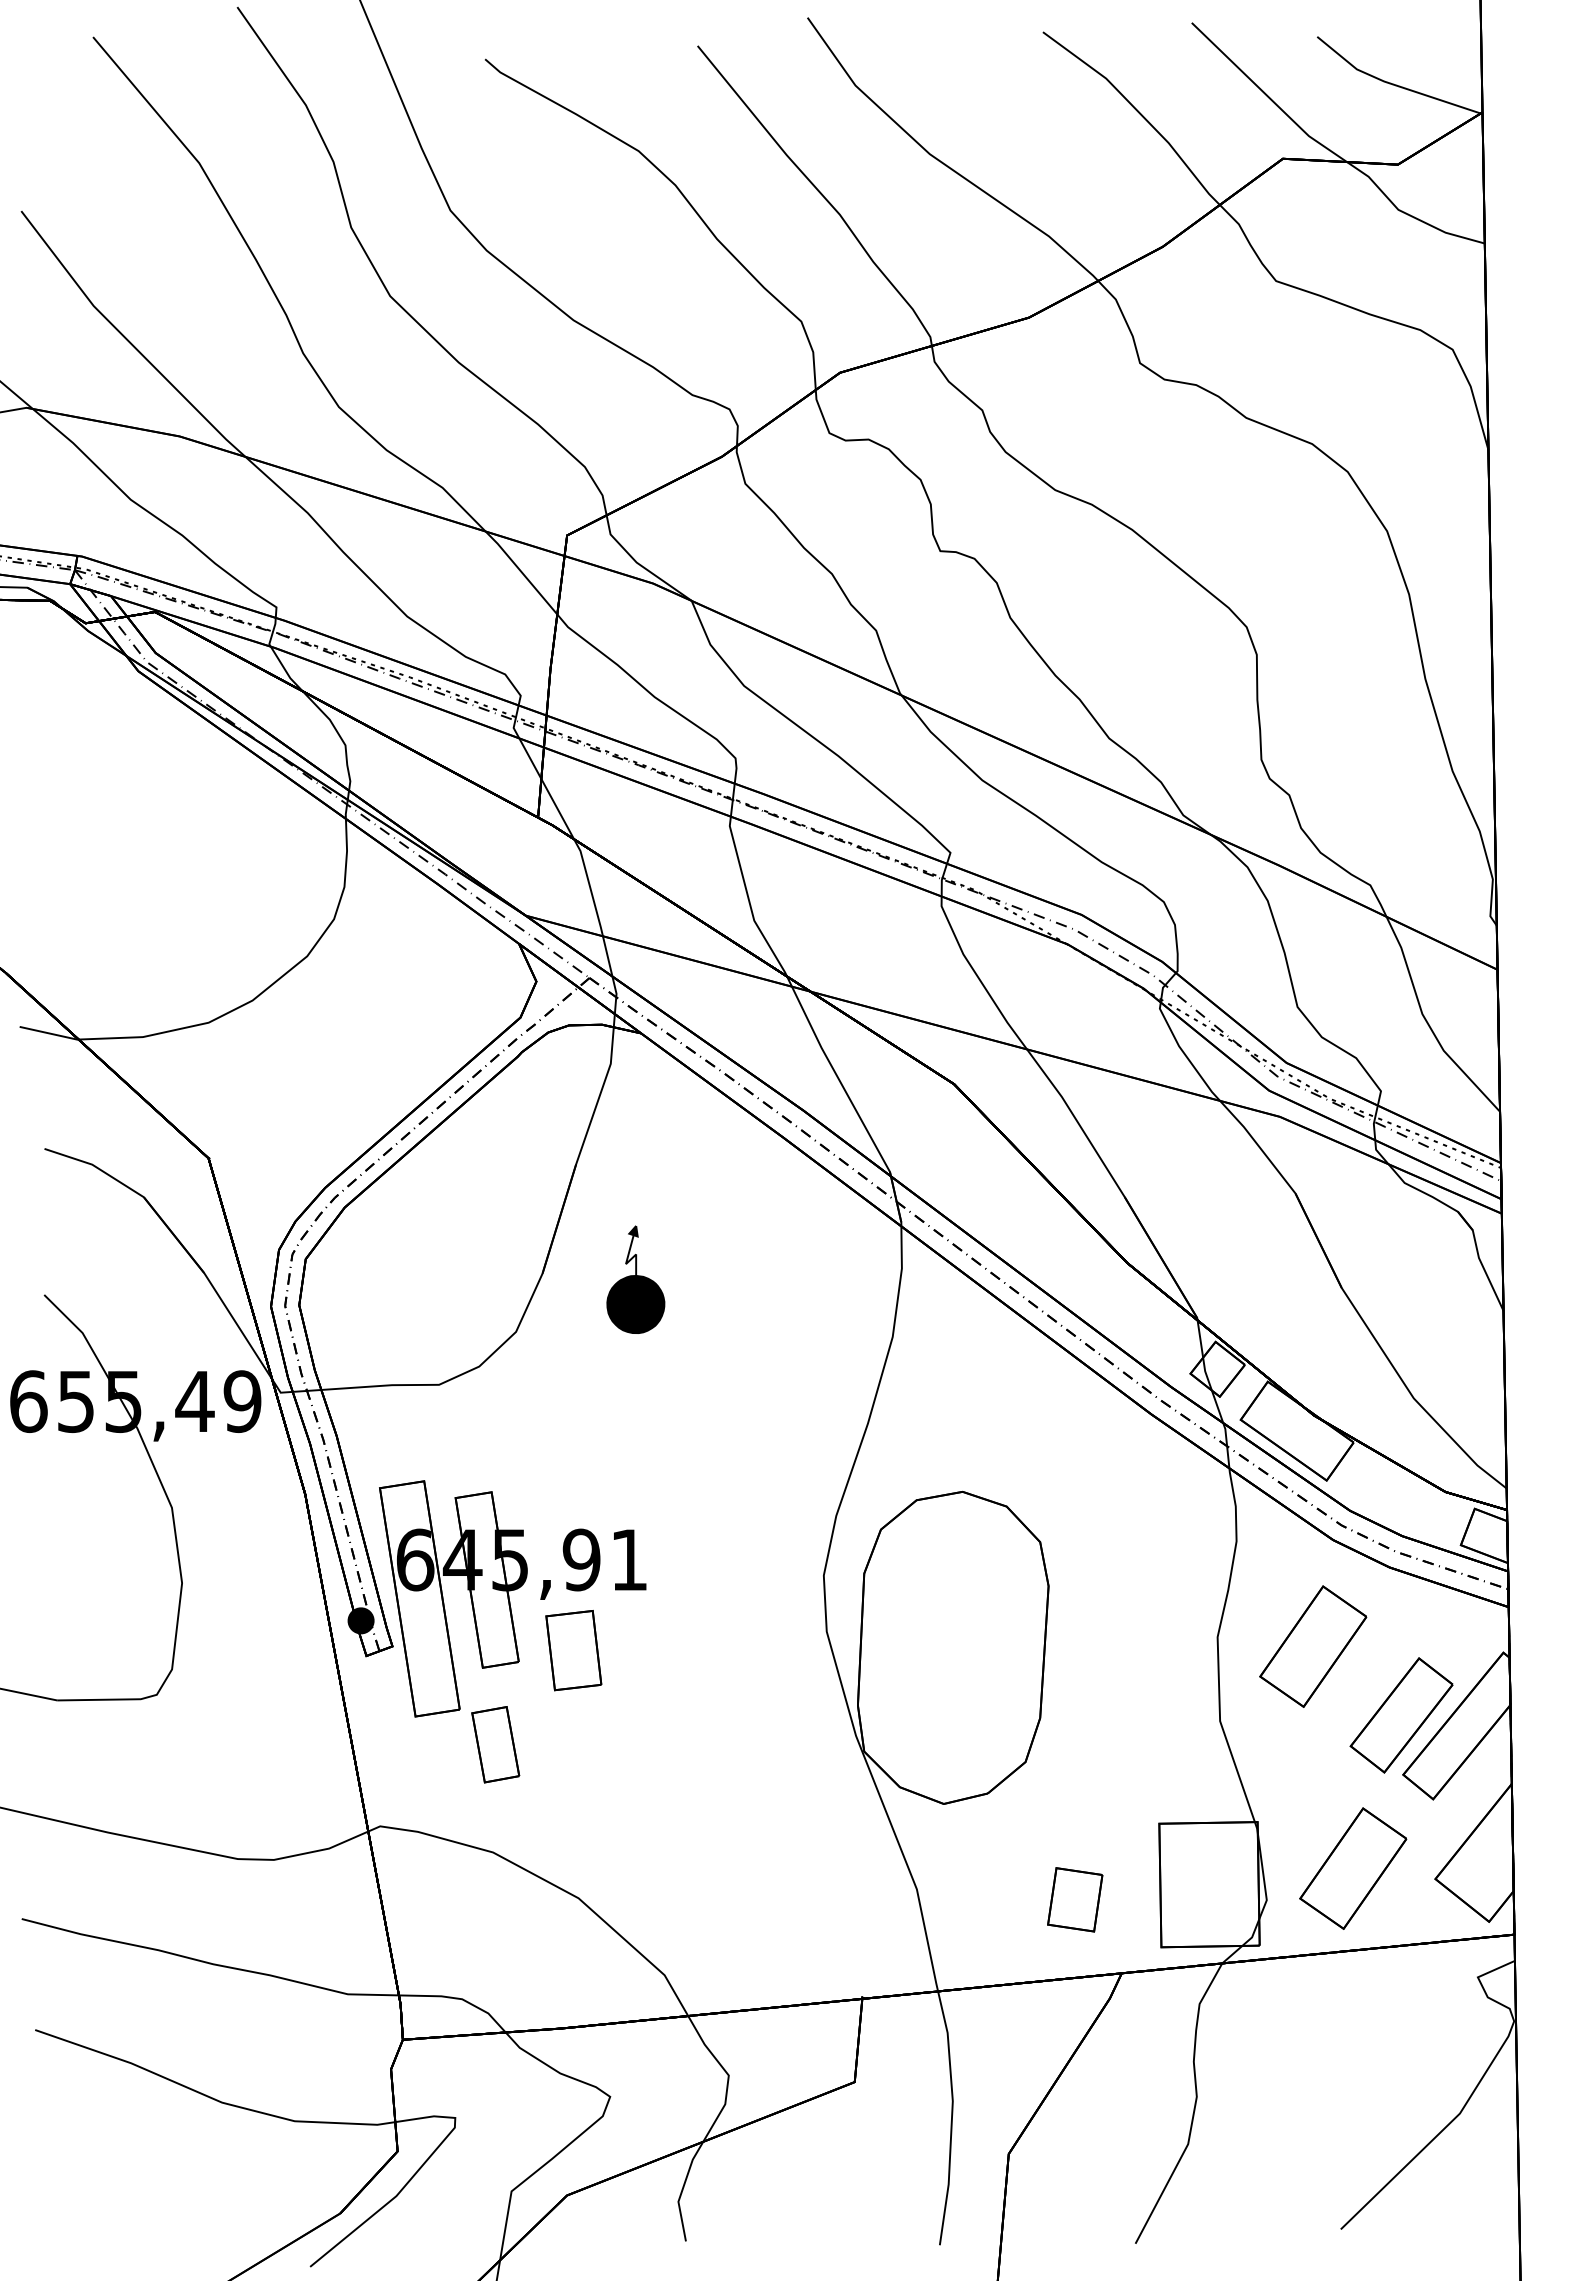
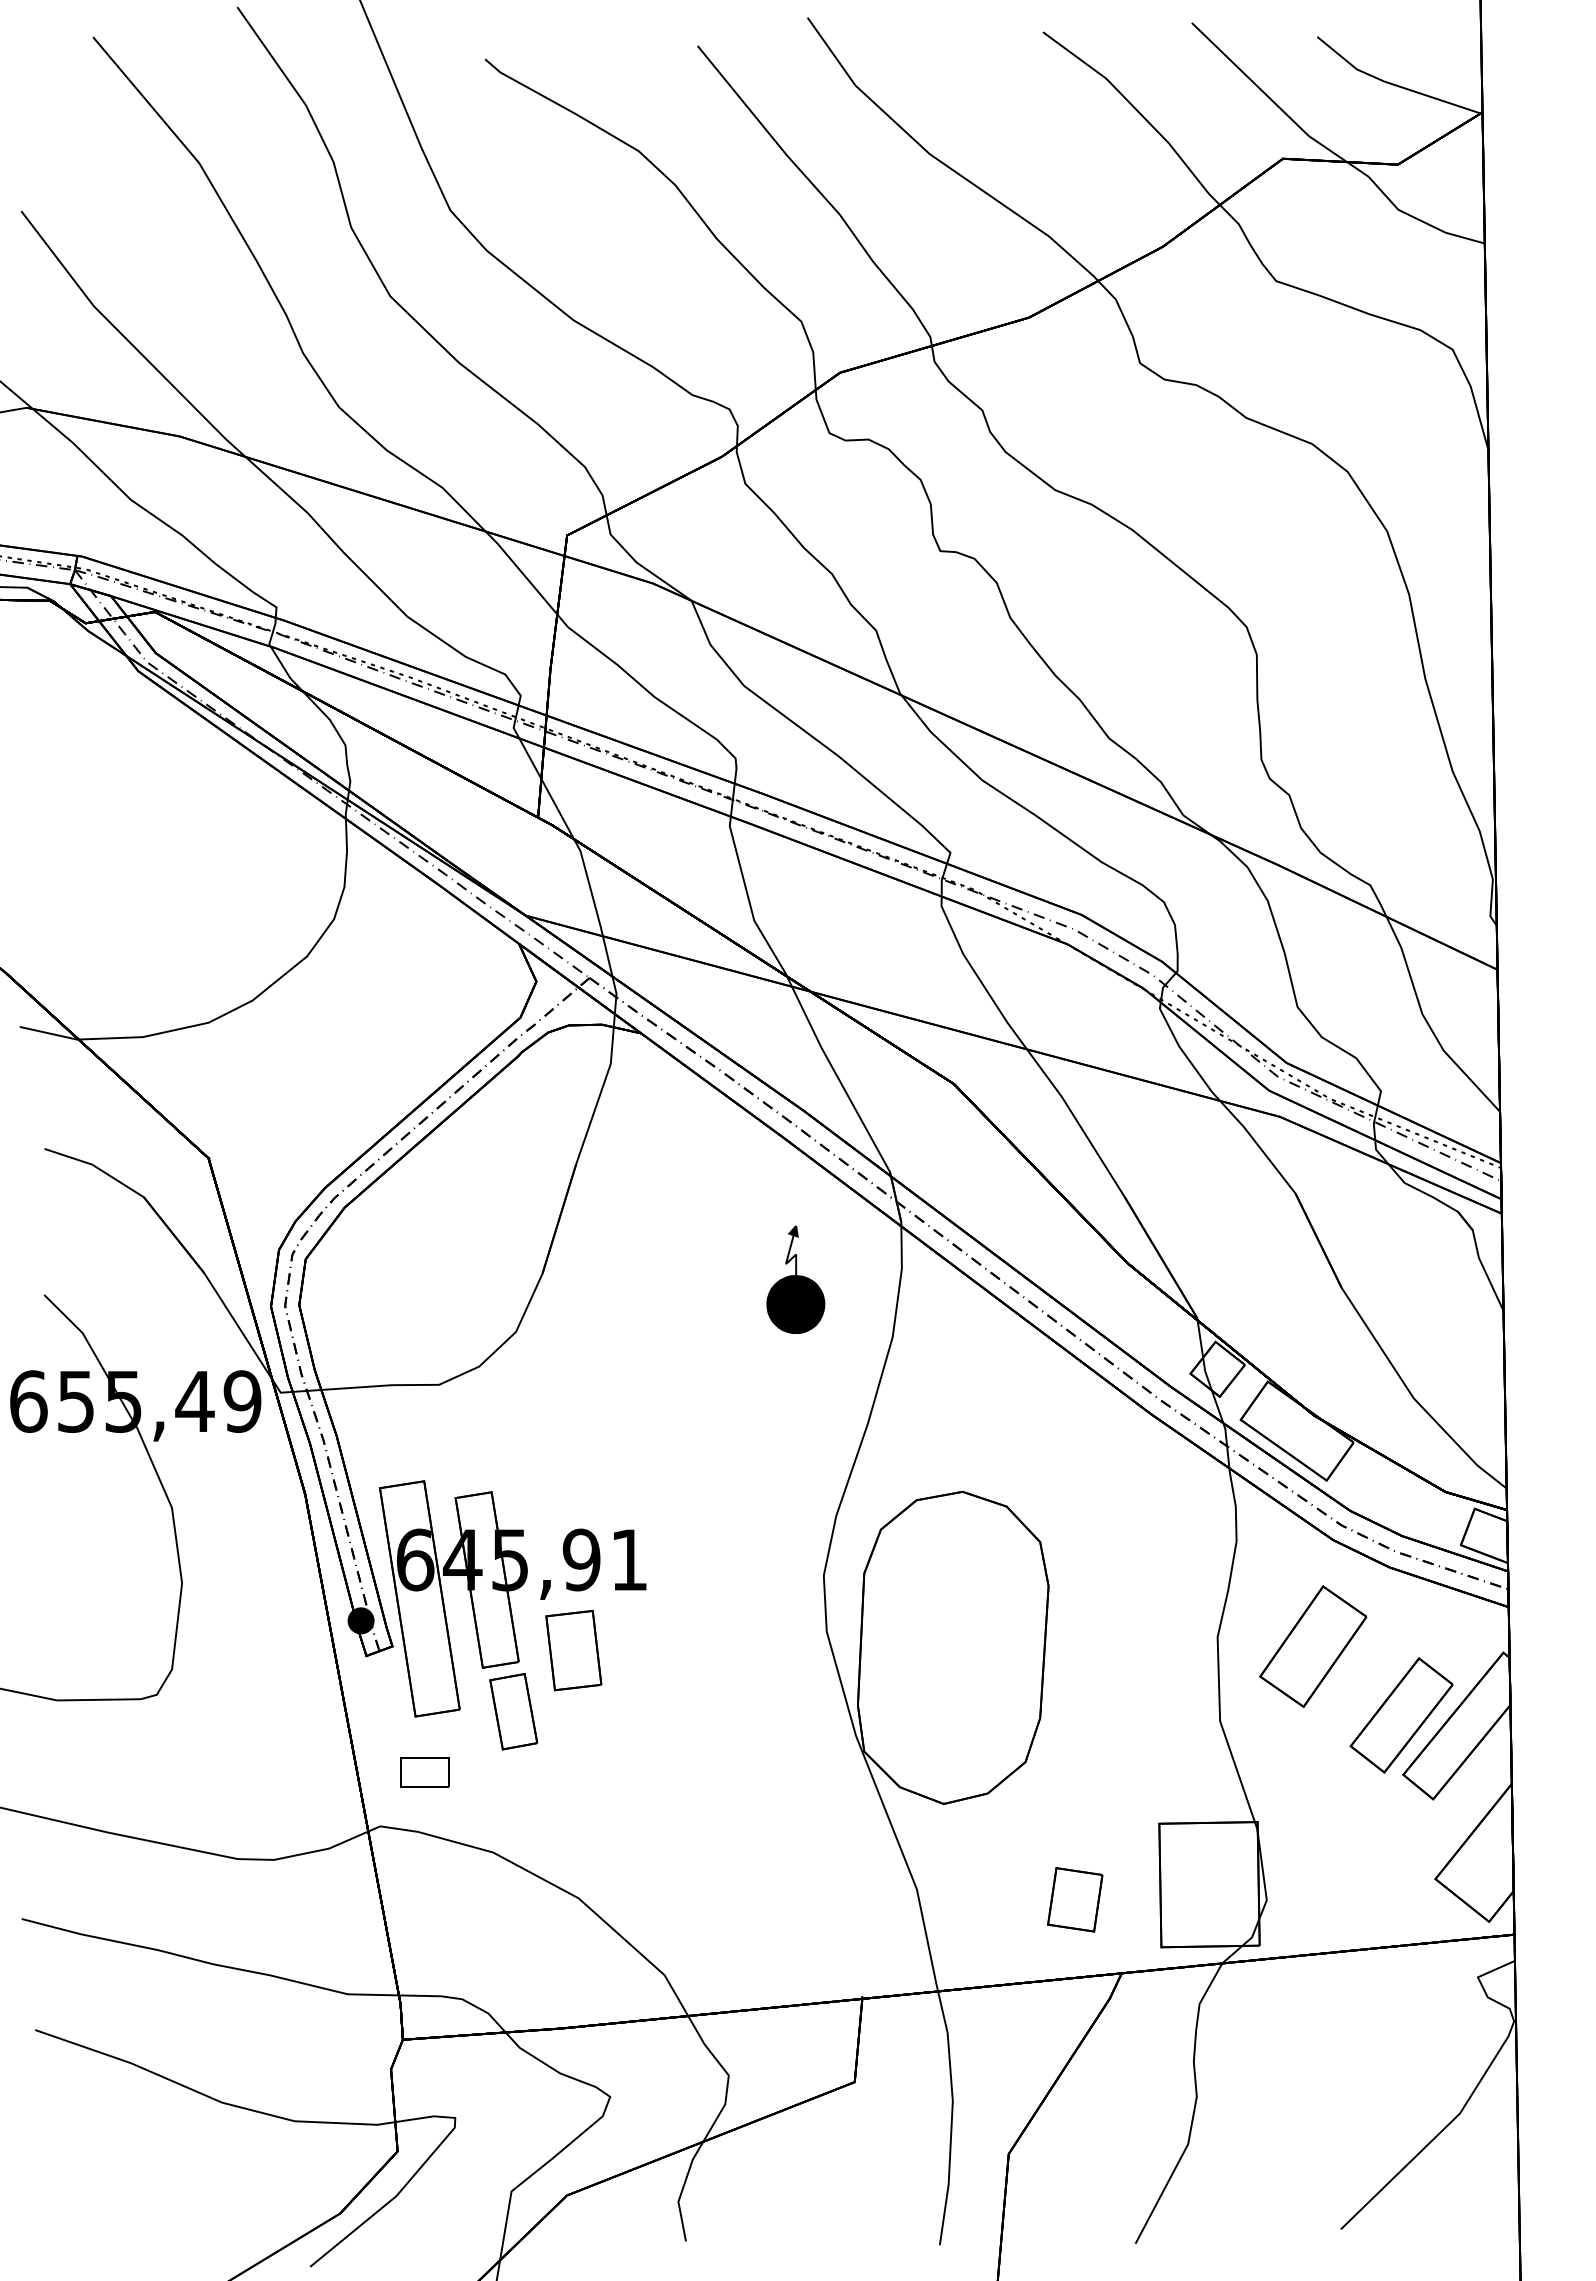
part at (635, 1279) position: (635, 1279) -> (795, 1279)
part at (495, 1744) position: (495, 1744) -> (513, 1711)
part at (424, 1772): none -> present
part at (1353, 1868): present -> none
